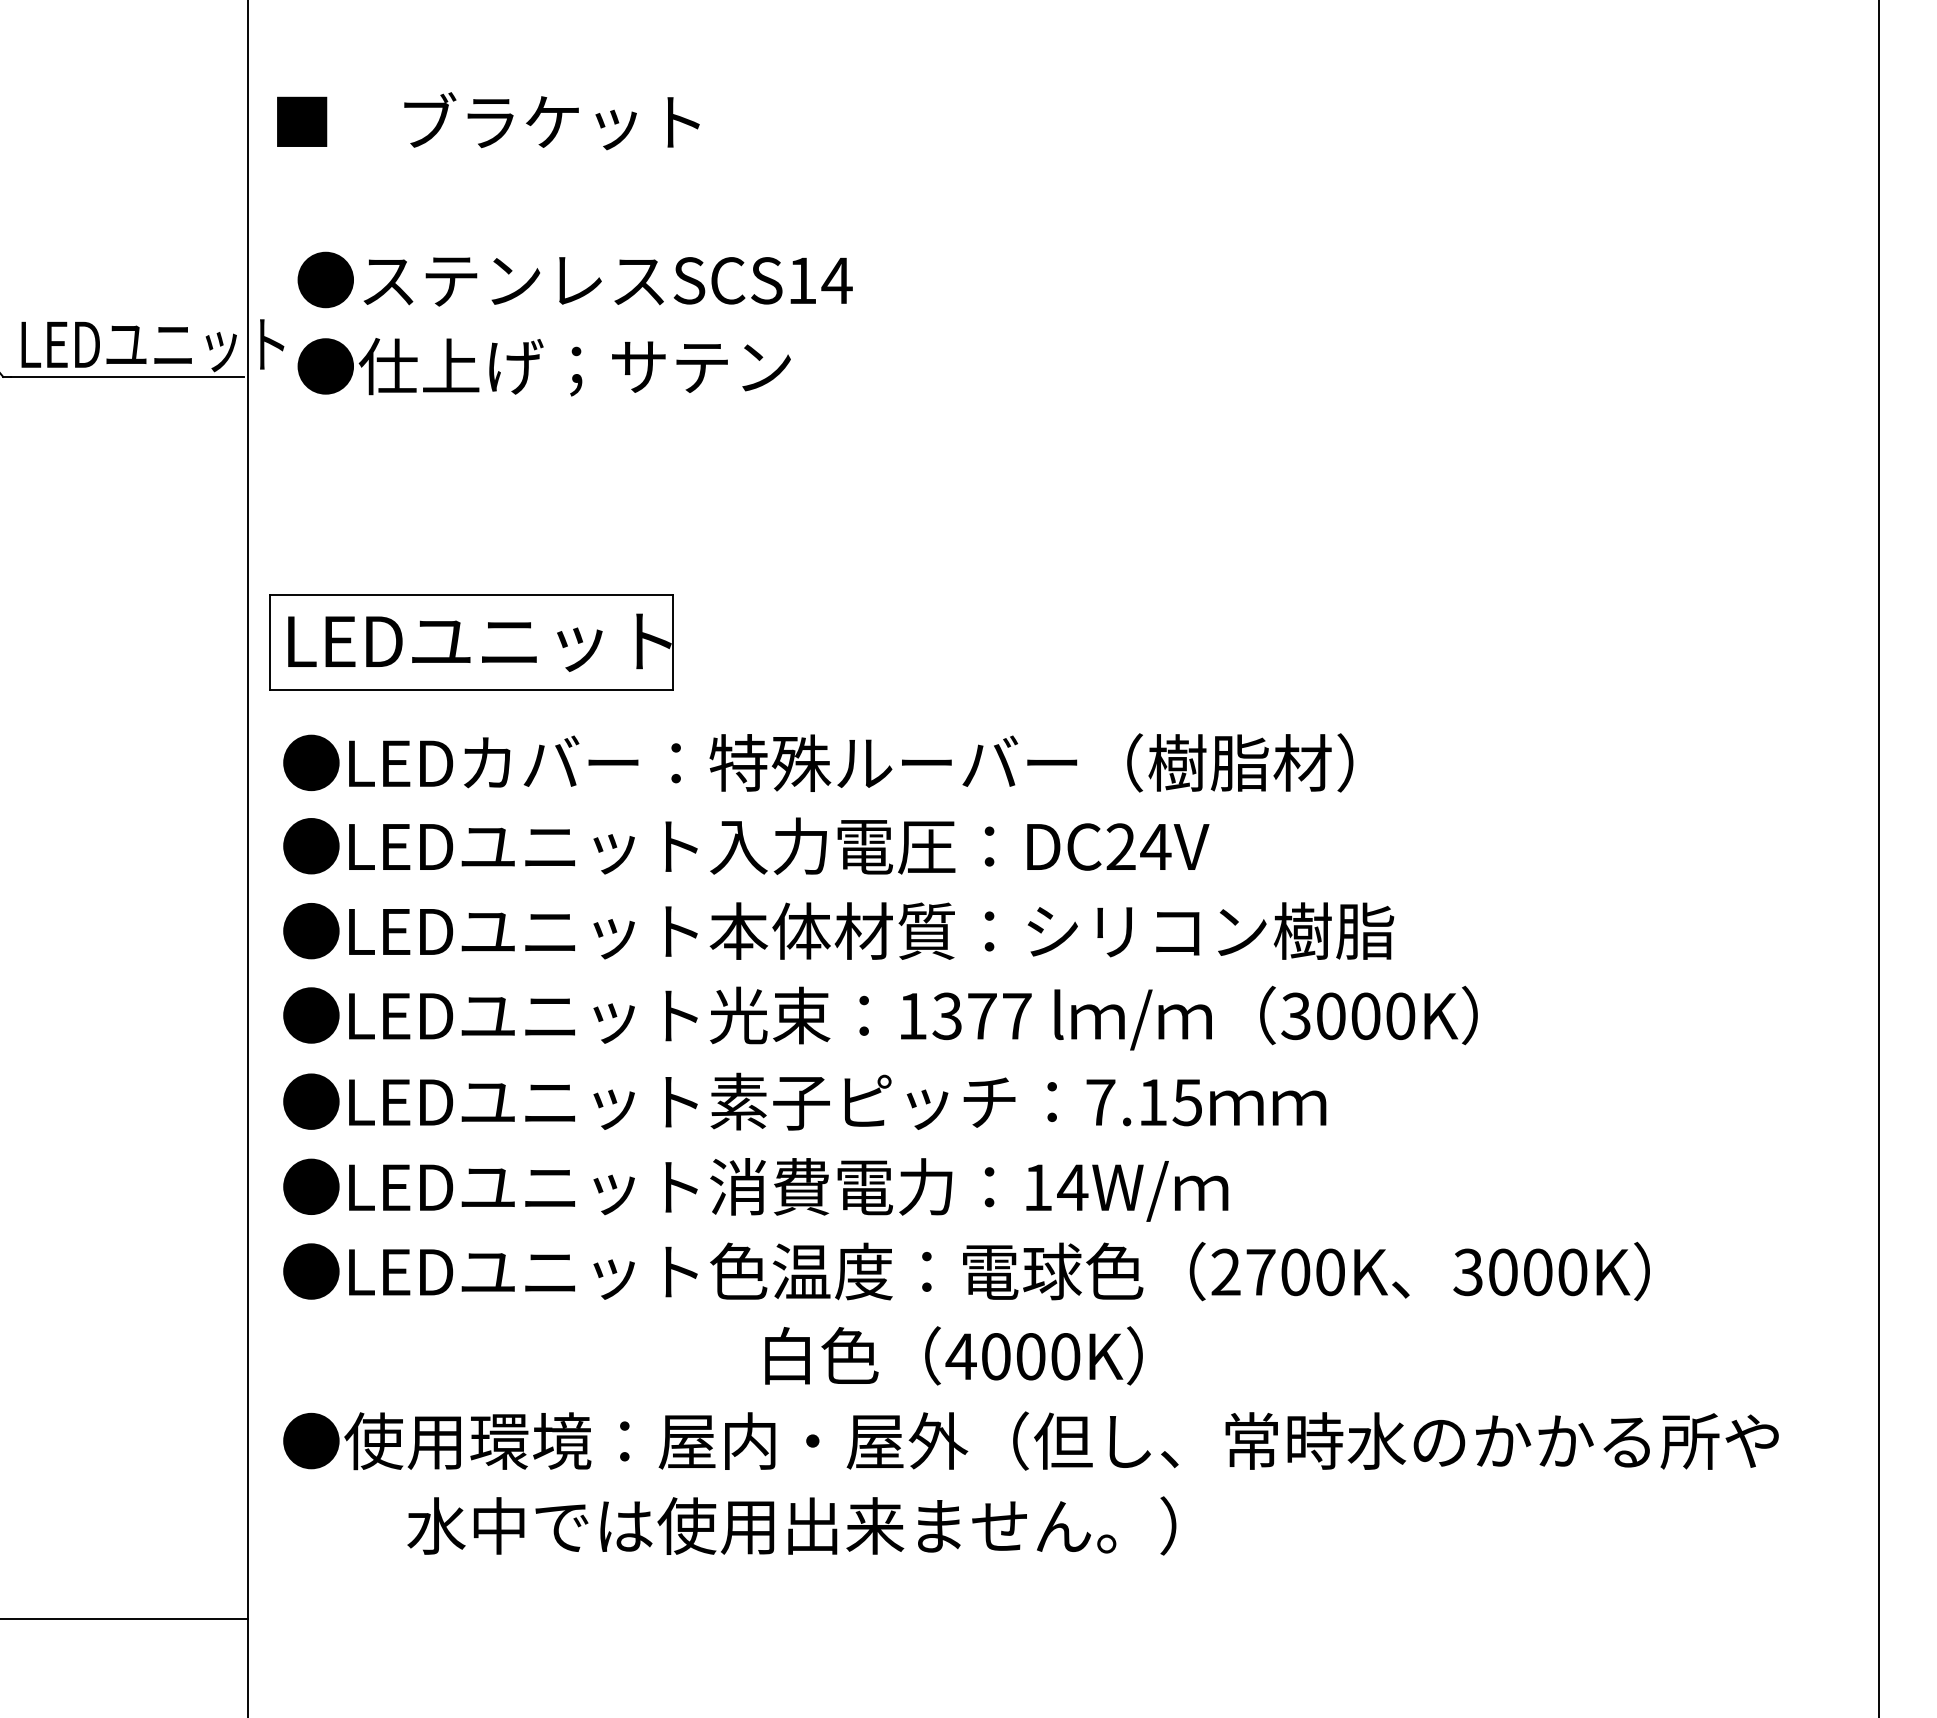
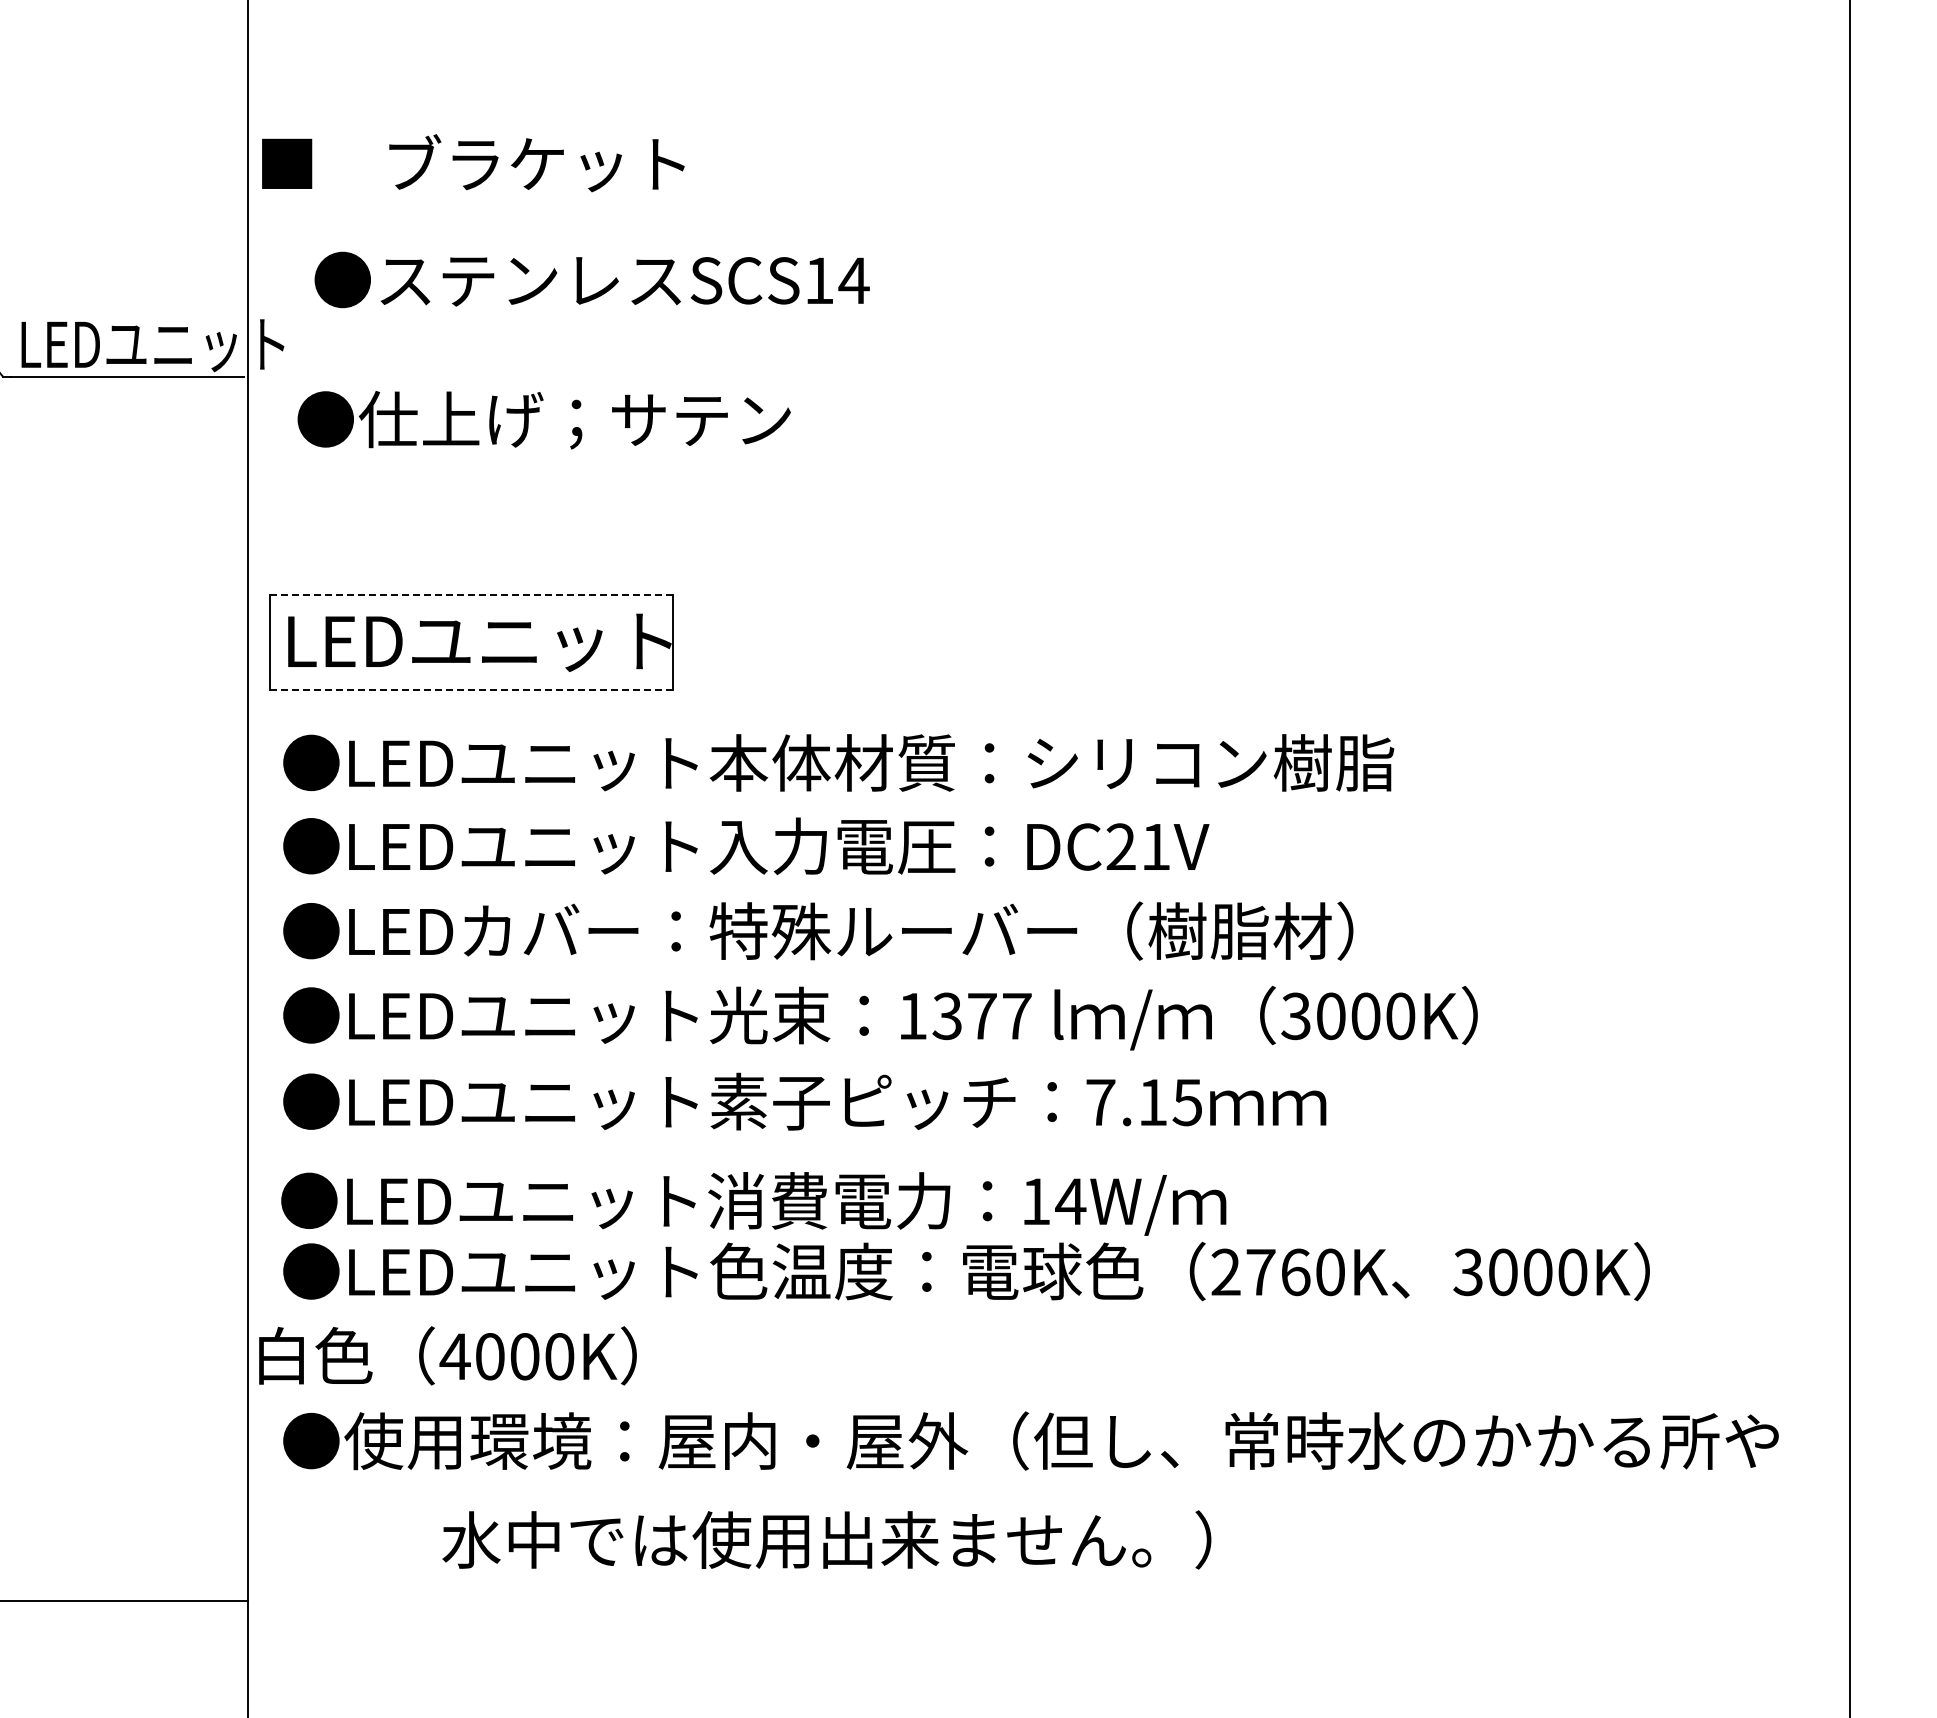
text at (488, 121) position: (488, 121) -> (473, 163)
text at (574, 279) position: (574, 279) -> (591, 279)
text at (543, 367) position: (543, 367) -> (543, 420)
line at (472, 594): solid -> dashed
line at (471, 689): solid -> dashed
text at (927, 762): ●LEDカバー：特殊ルーバー（樹脂材） -> ●LEDユニット本体材質：シリコン樹脂
text at (1155, 846): DC24V -> DC21V
line at (1878, 858) position: (1878, 858) -> (1849, 858)
text at (927, 930): ●LEDユニット本体材質：シリコン樹脂 -> ●LEDカバー：特殊ルーバー（樹脂材）
text at (755, 1189) position: (755, 1189) -> (753, 1203)
text at (1295, 1272): 2700K -> 2760K
text at (953, 1355) position: (953, 1355) -> (447, 1355)
text at (791, 1525) position: (791, 1525) -> (826, 1539)
line at (124, 1618) position: (124, 1618) -> (124, 1600)
